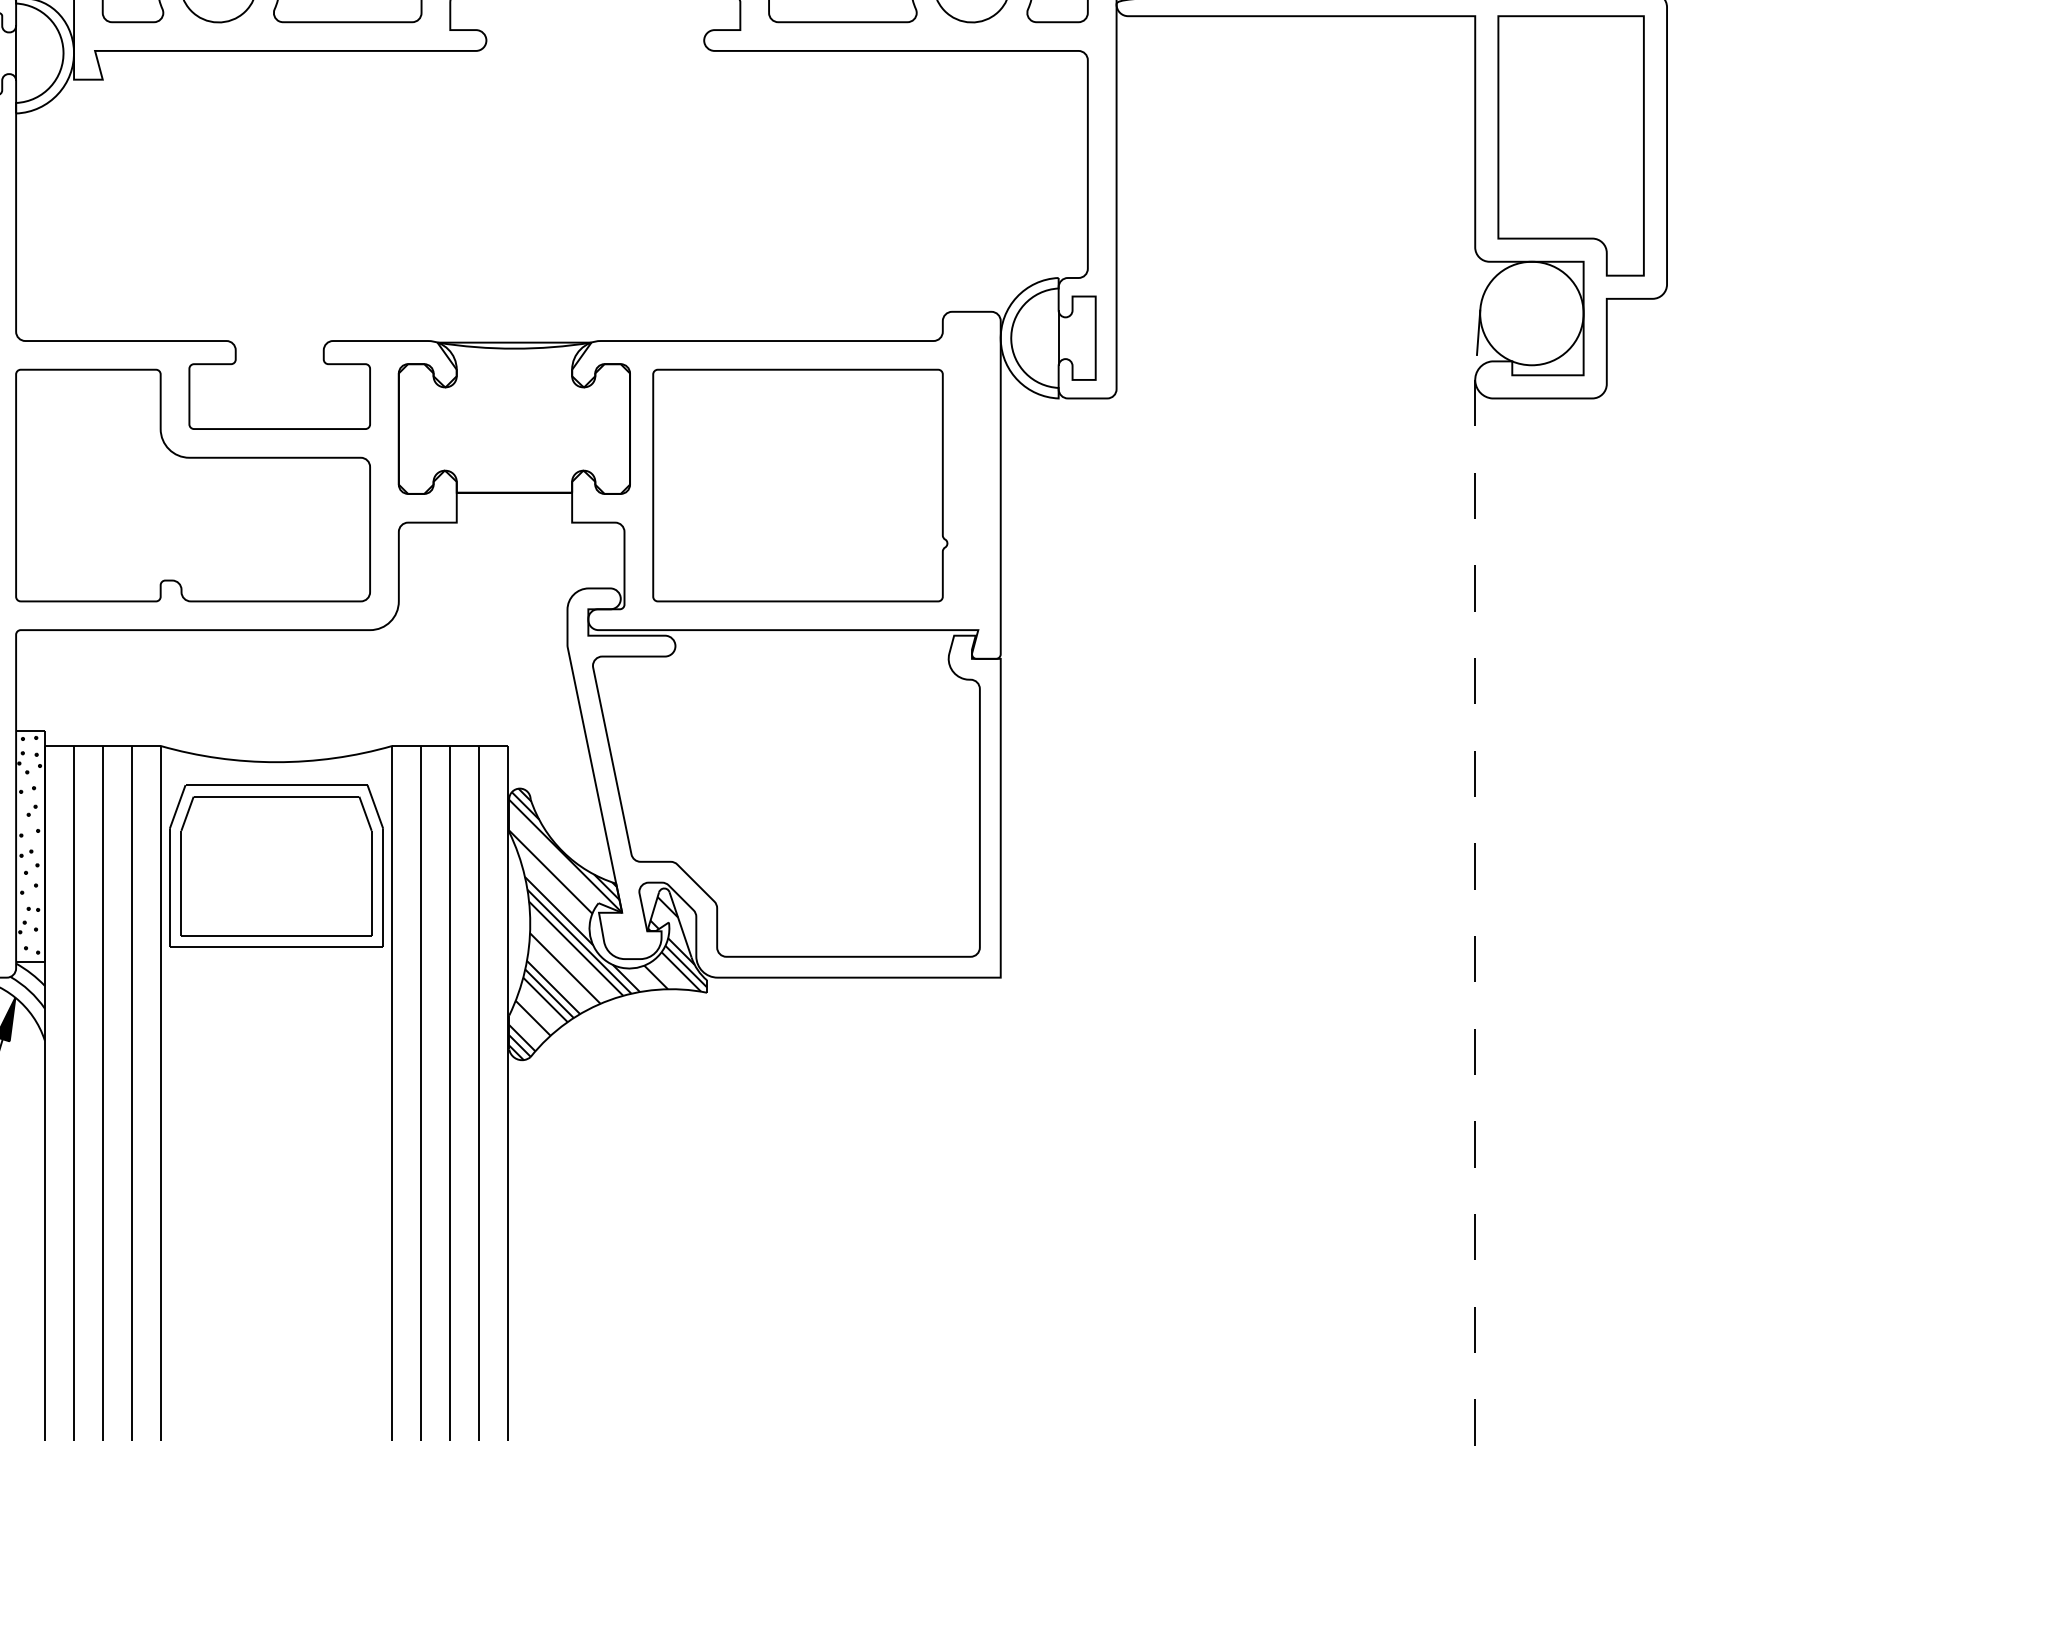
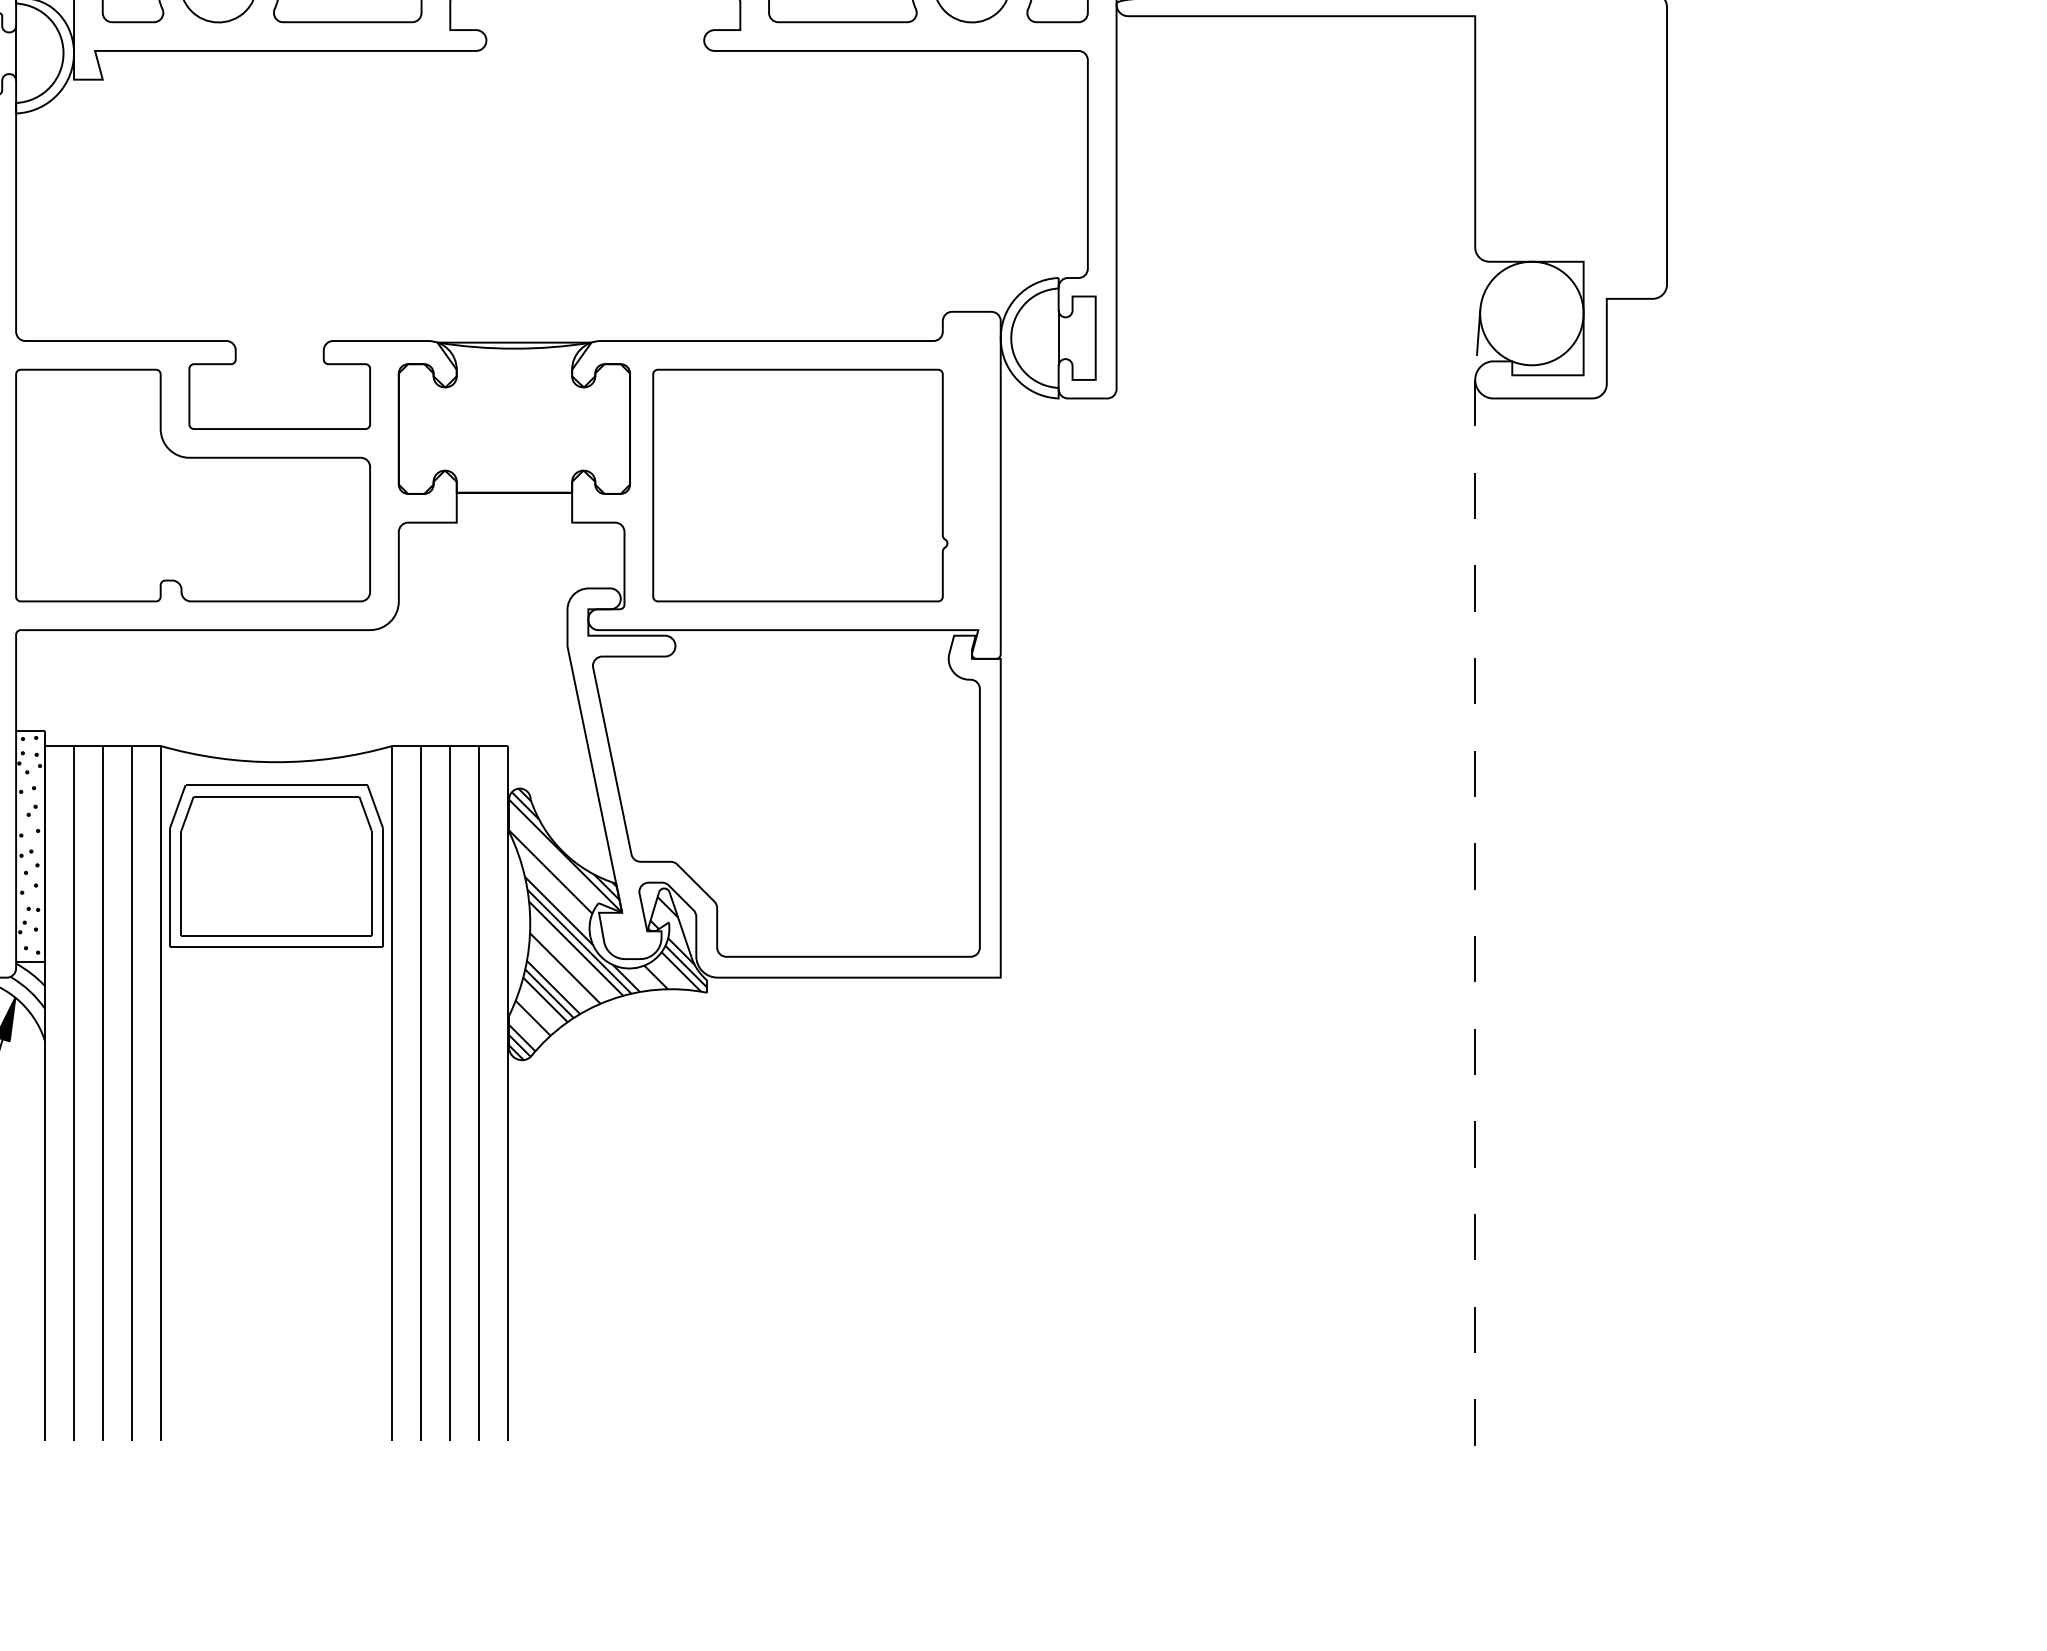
part at (1570, 145): present -> none
